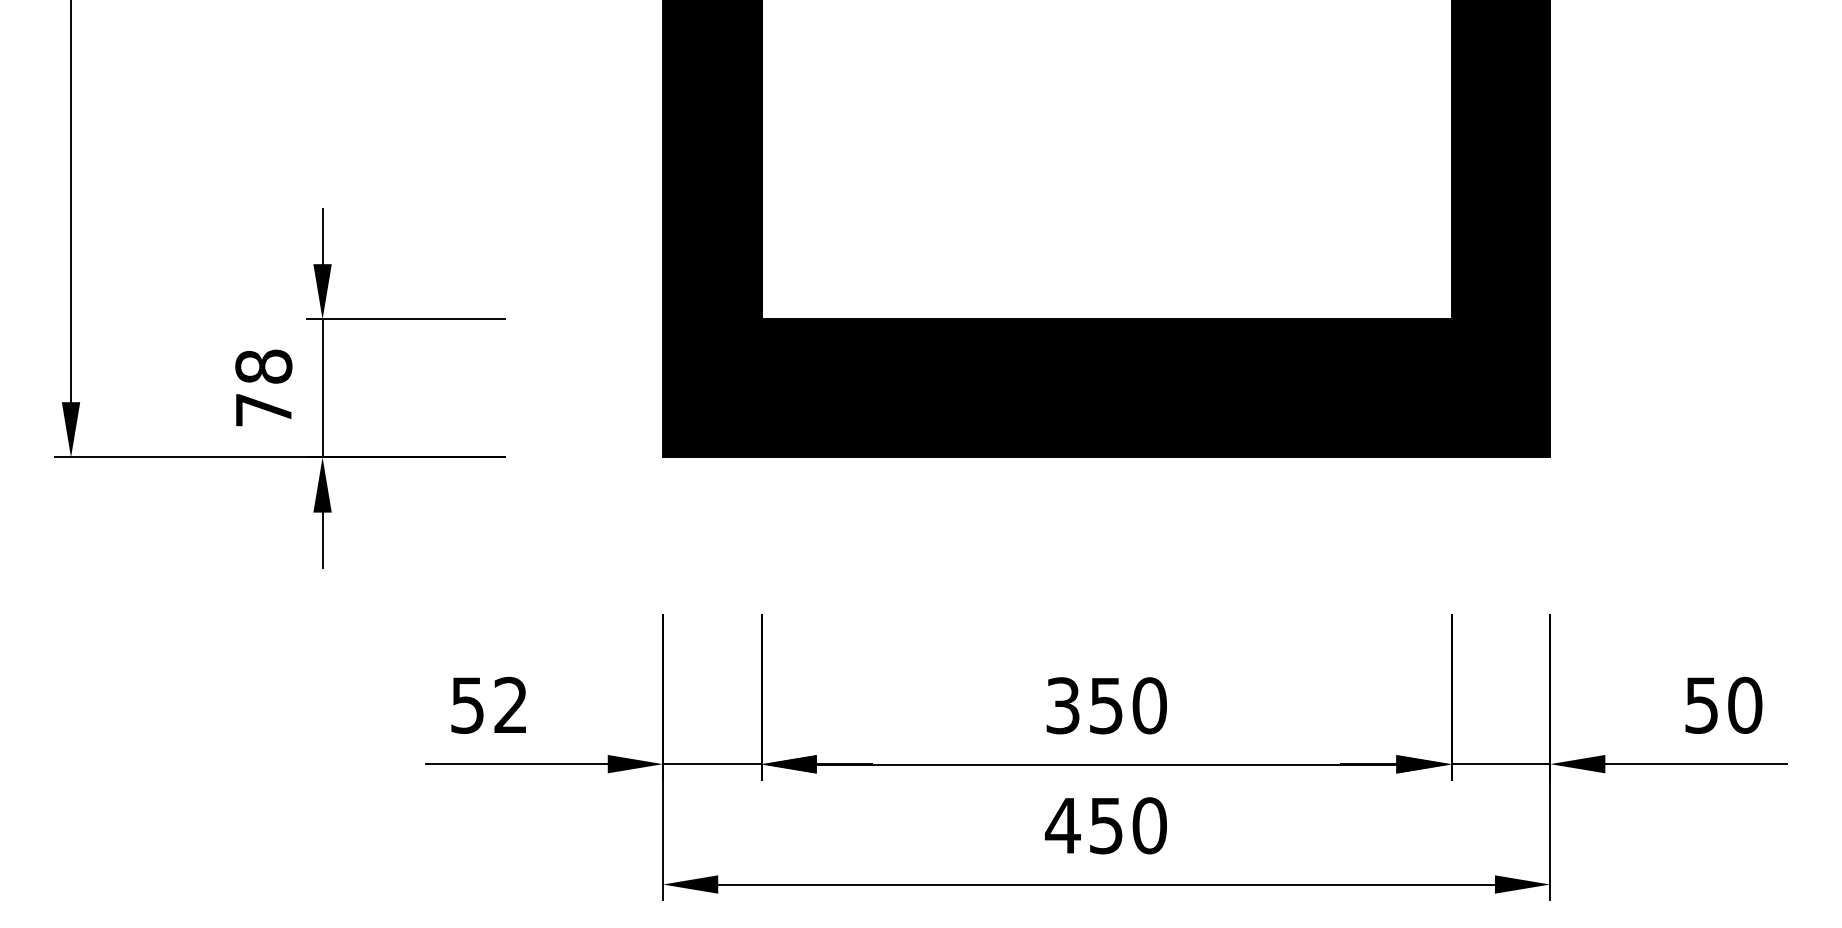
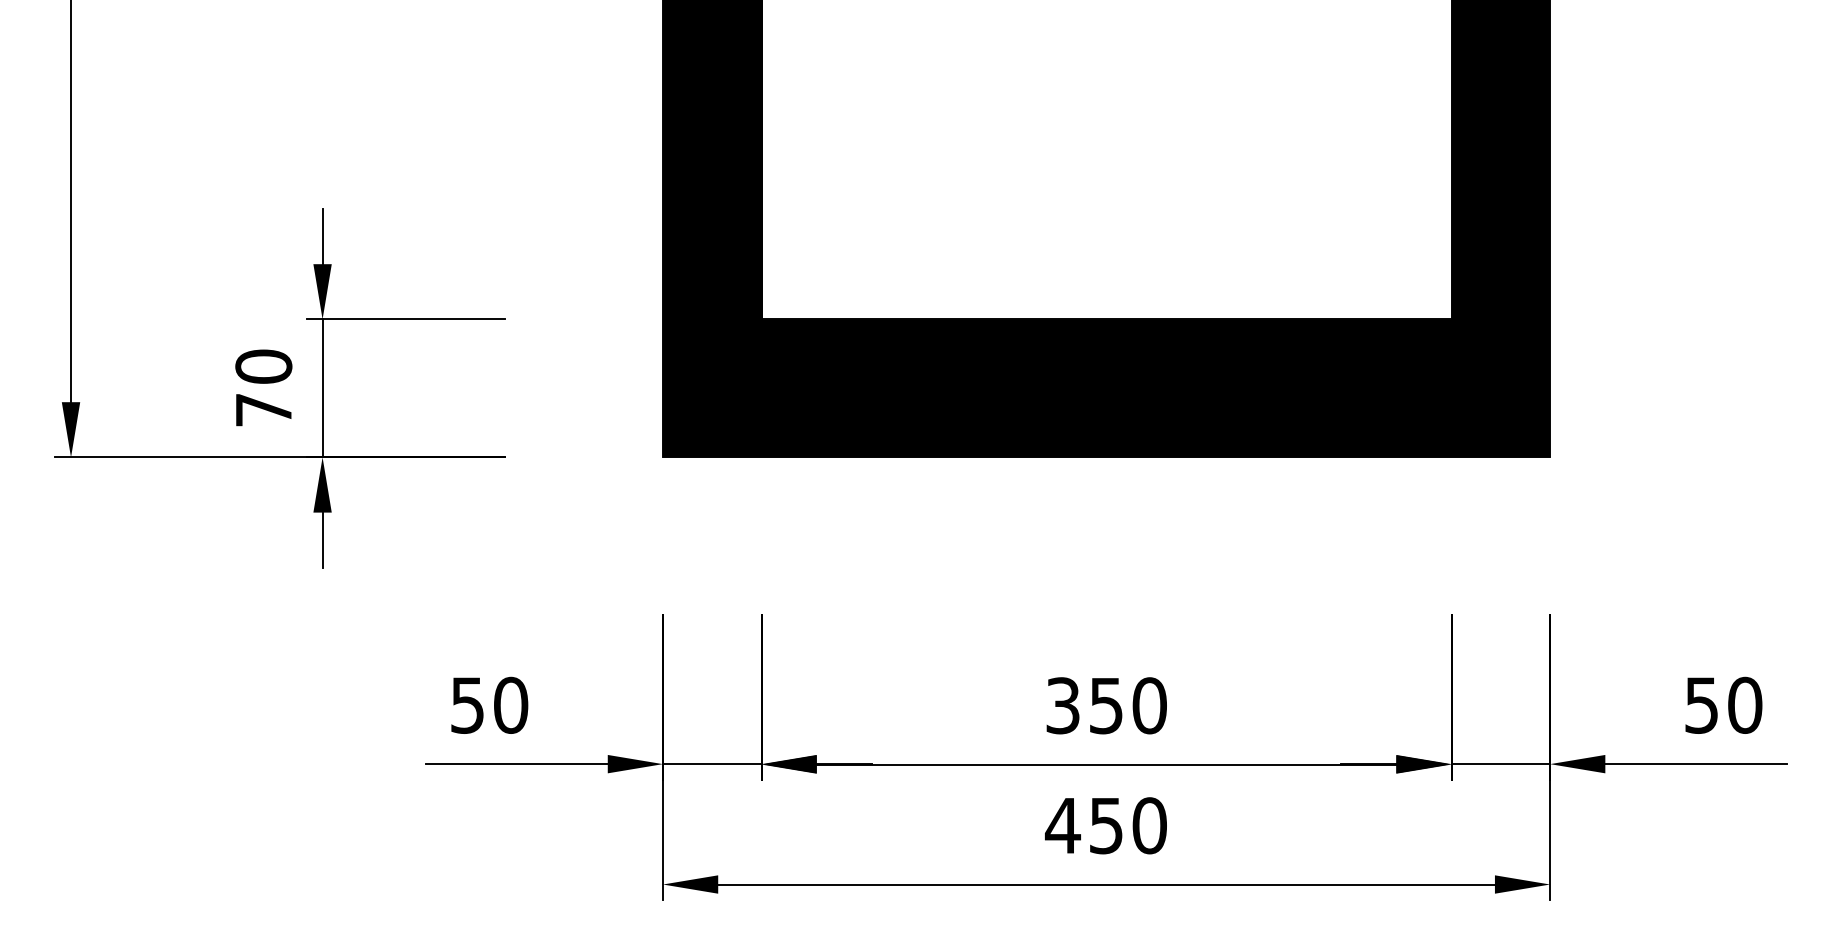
text at (263, 366): 78 -> 70
text at (511, 704): 52 -> 50
